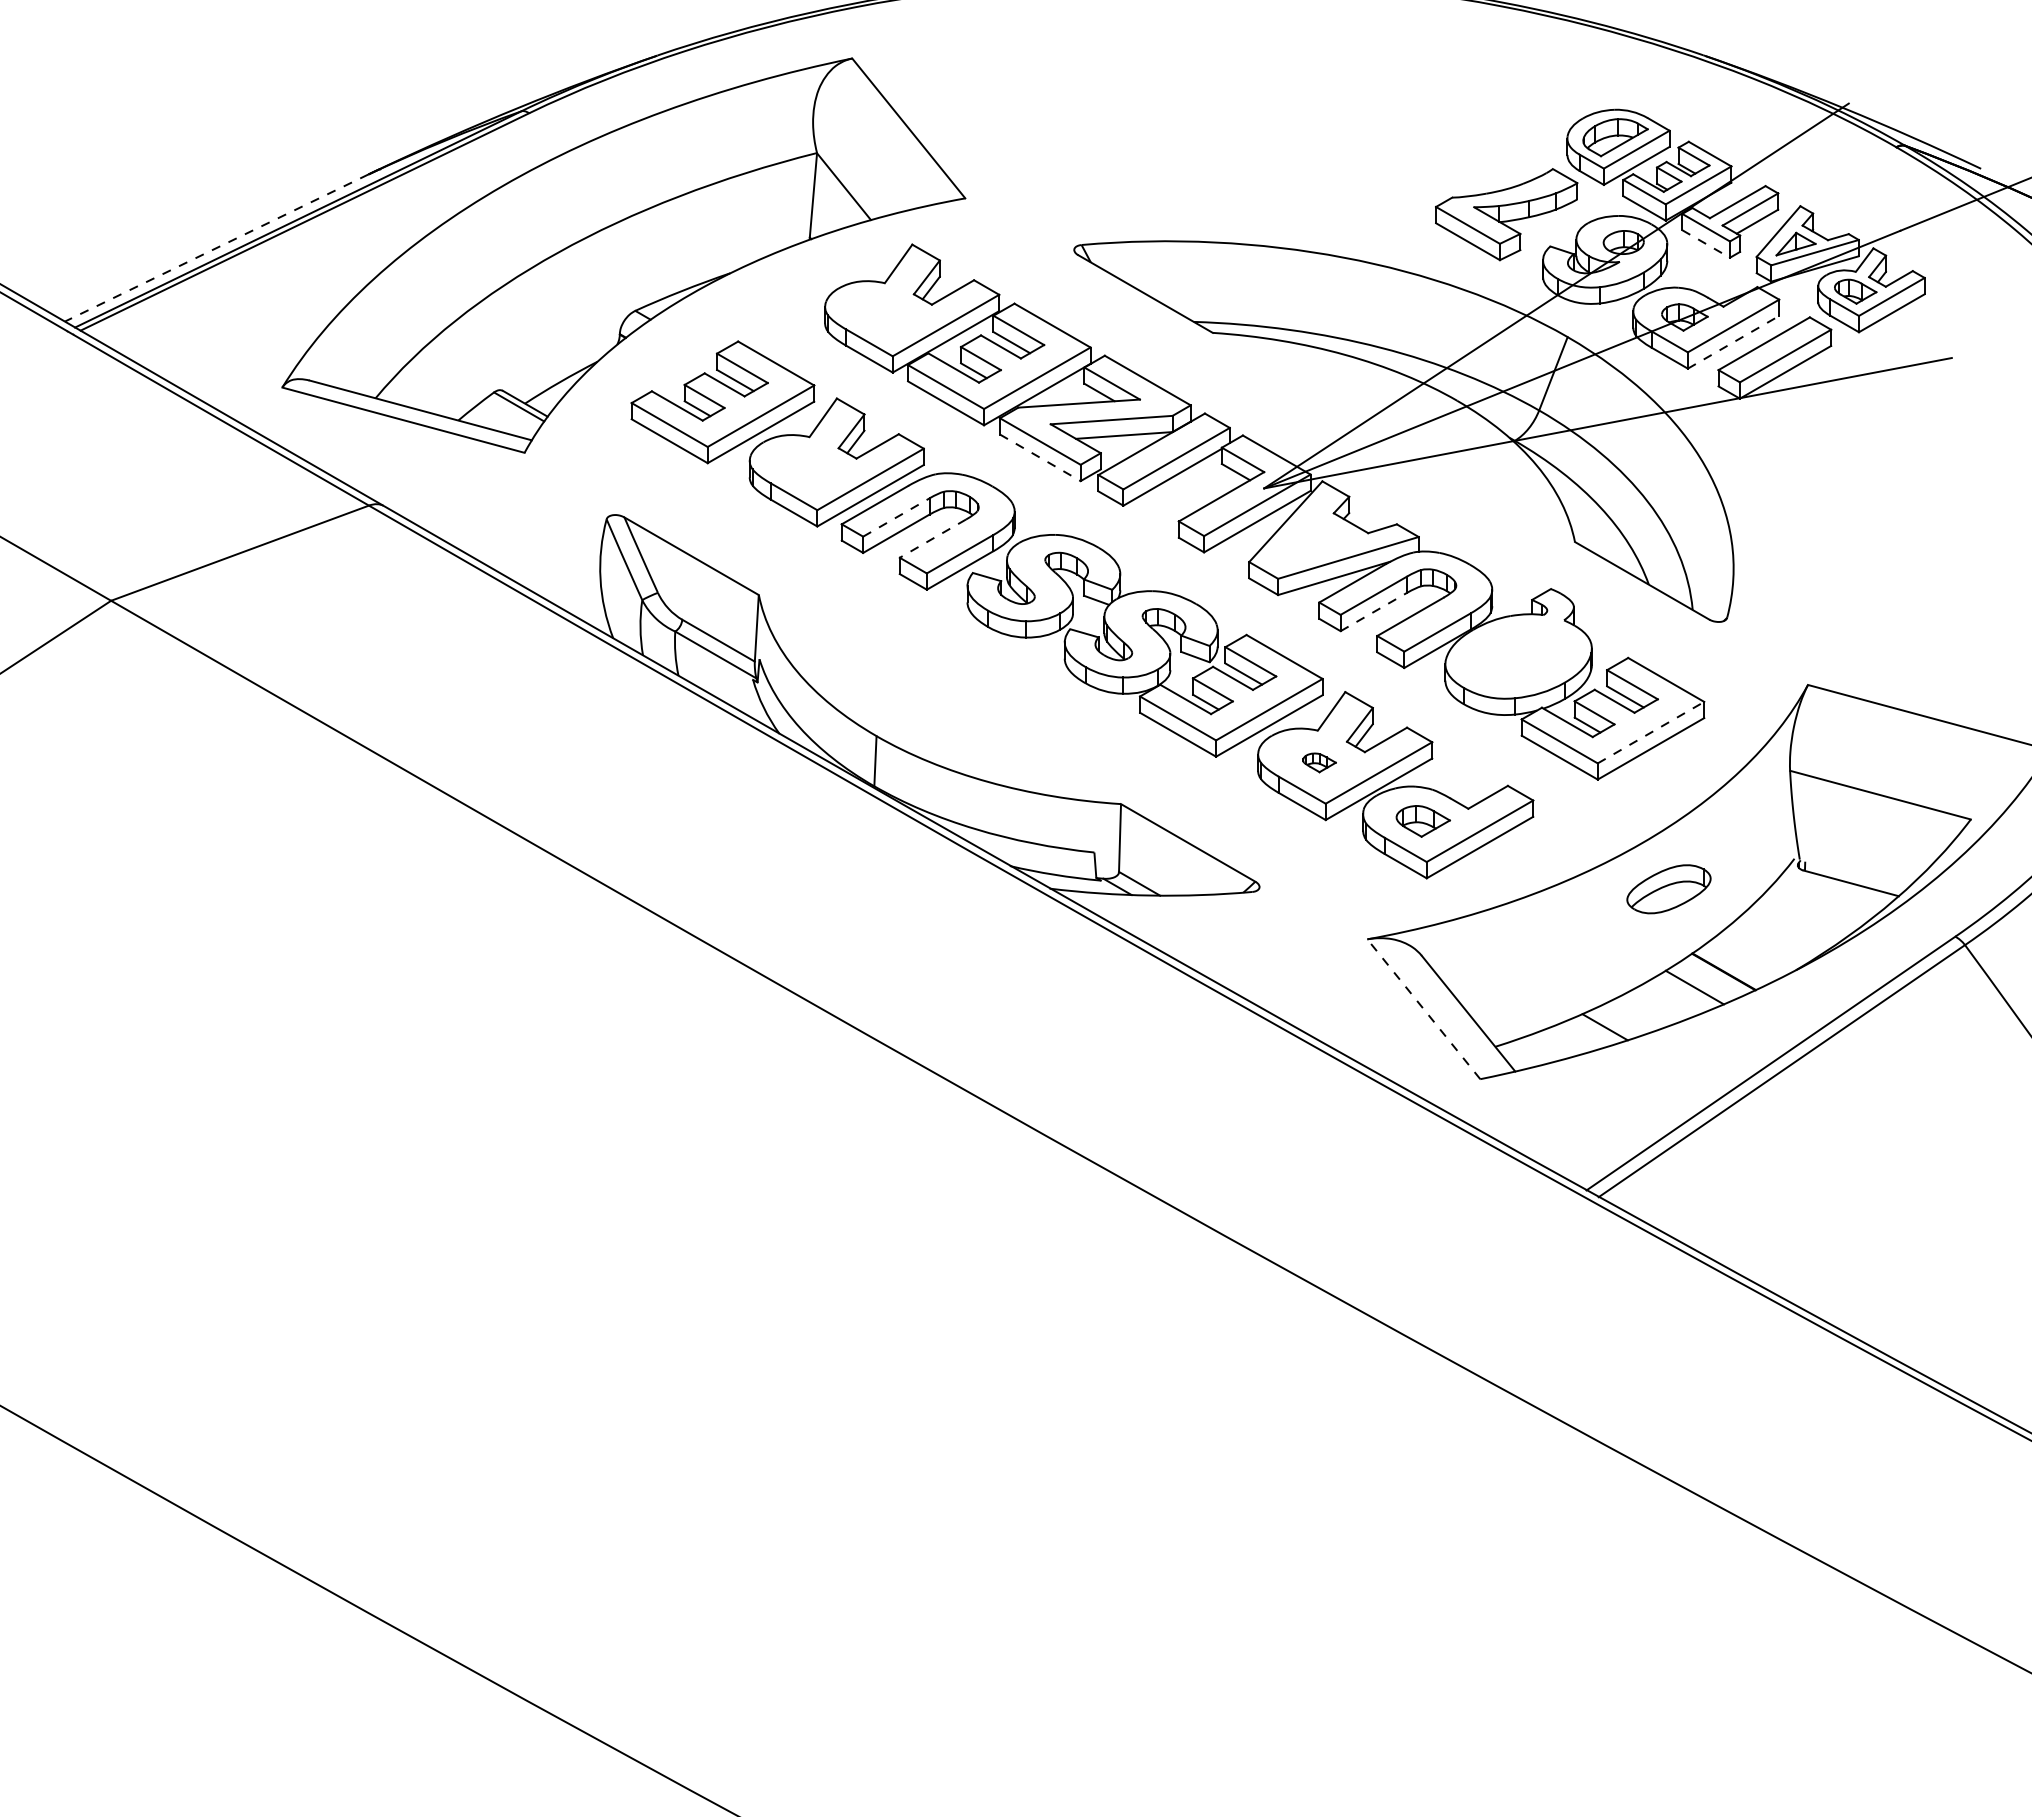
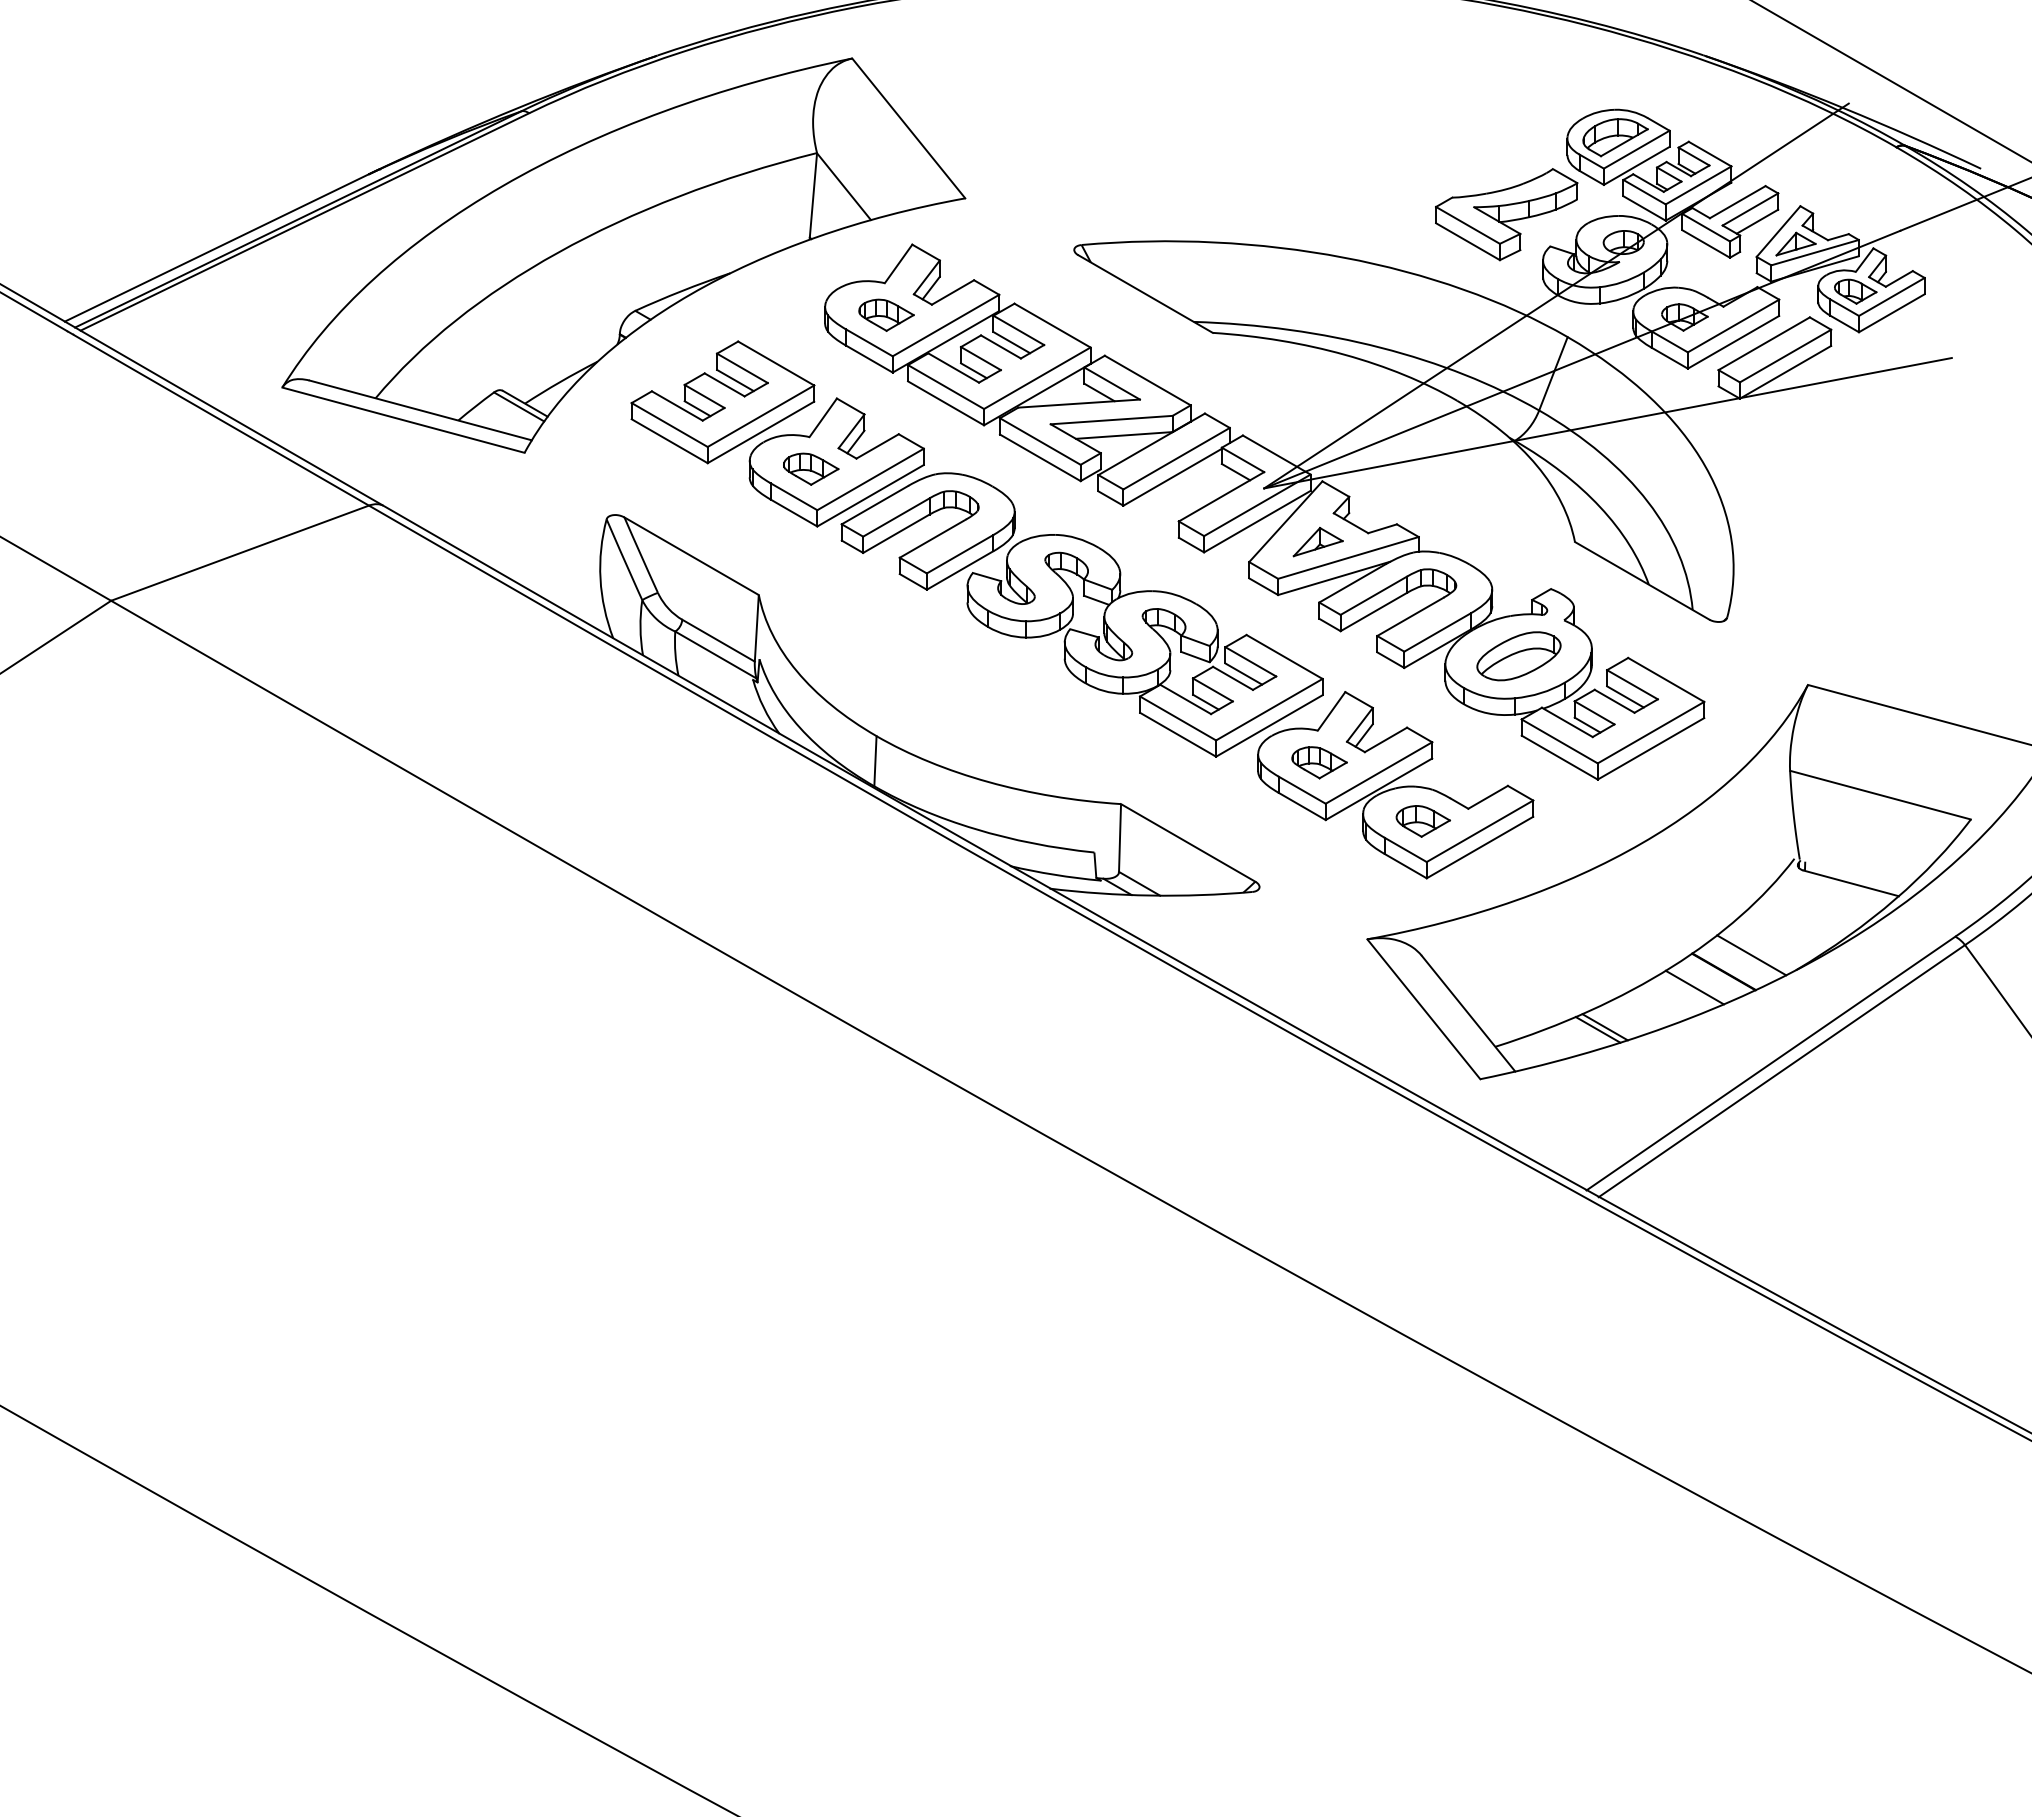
line at (1891, 81): none -> present
line at (1706, 243): dashed -> solid
line at (216, 248): dashed -> solid
part at (886, 314): none -> present
line at (1733, 342): dashed -> solid
line at (1040, 457): dashed -> solid
part at (811, 468): none -> present
line at (896, 517): dashed -> solid
line at (932, 538): dashed -> solid
part at (1317, 542): none -> present
line at (1374, 611): dashed -> solid
line at (1651, 732): dashed -> solid
part at (1319, 762) size: 35x22 px -> 57x34 px
part at (1668, 889) position: (1668, 889) -> (1518, 656)
line at (1751, 955): none -> present
line at (1423, 1009): dashed -> solid
line at (1597, 1029): none -> present
